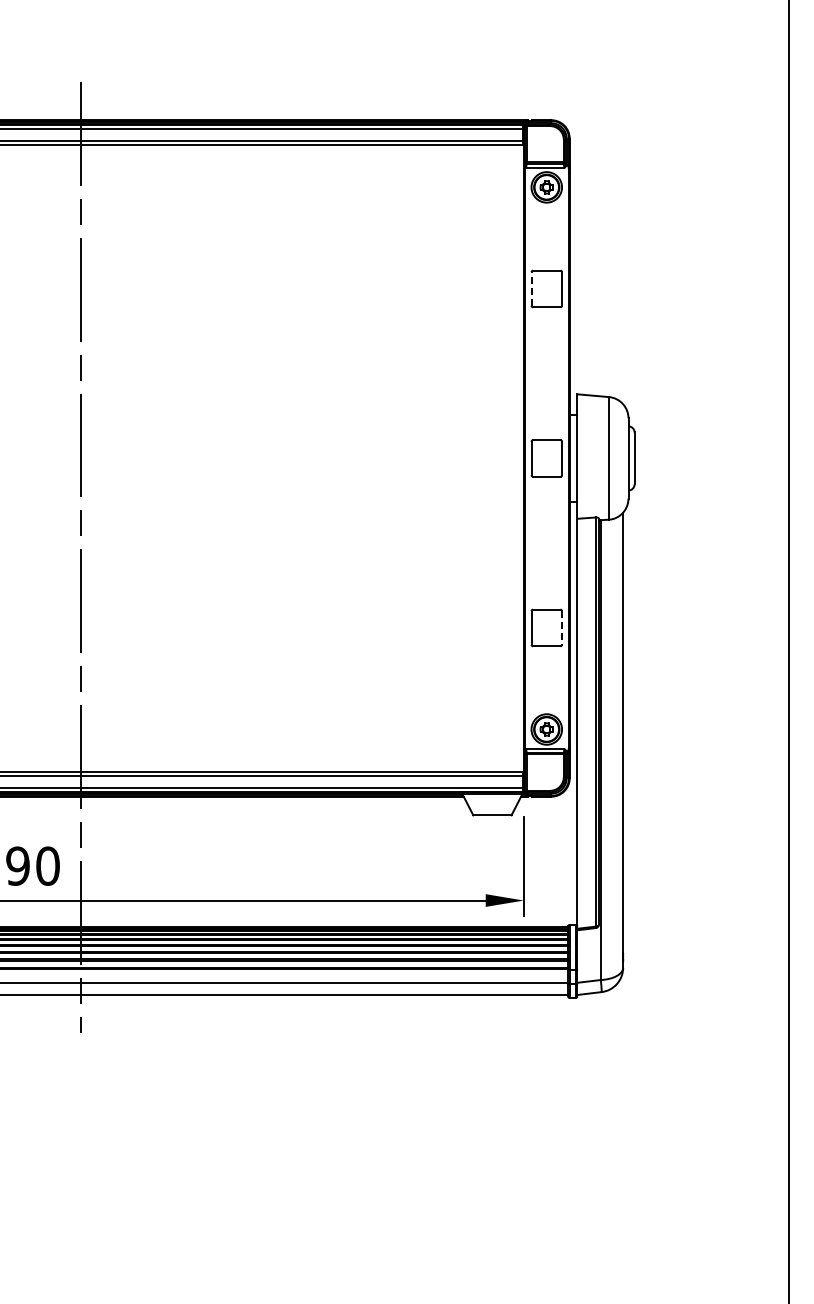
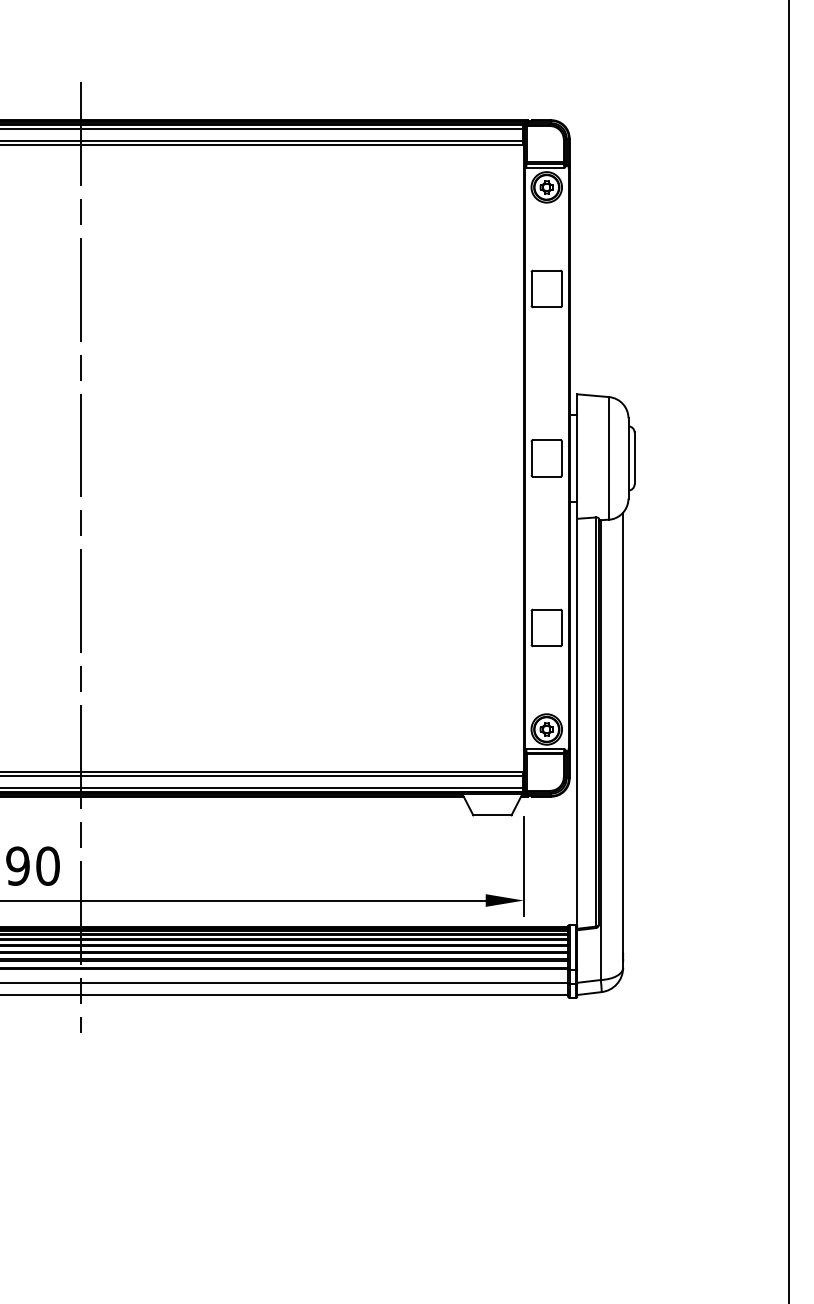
line at (531, 288): dashed -> solid
line at (562, 627): dashed -> solid
